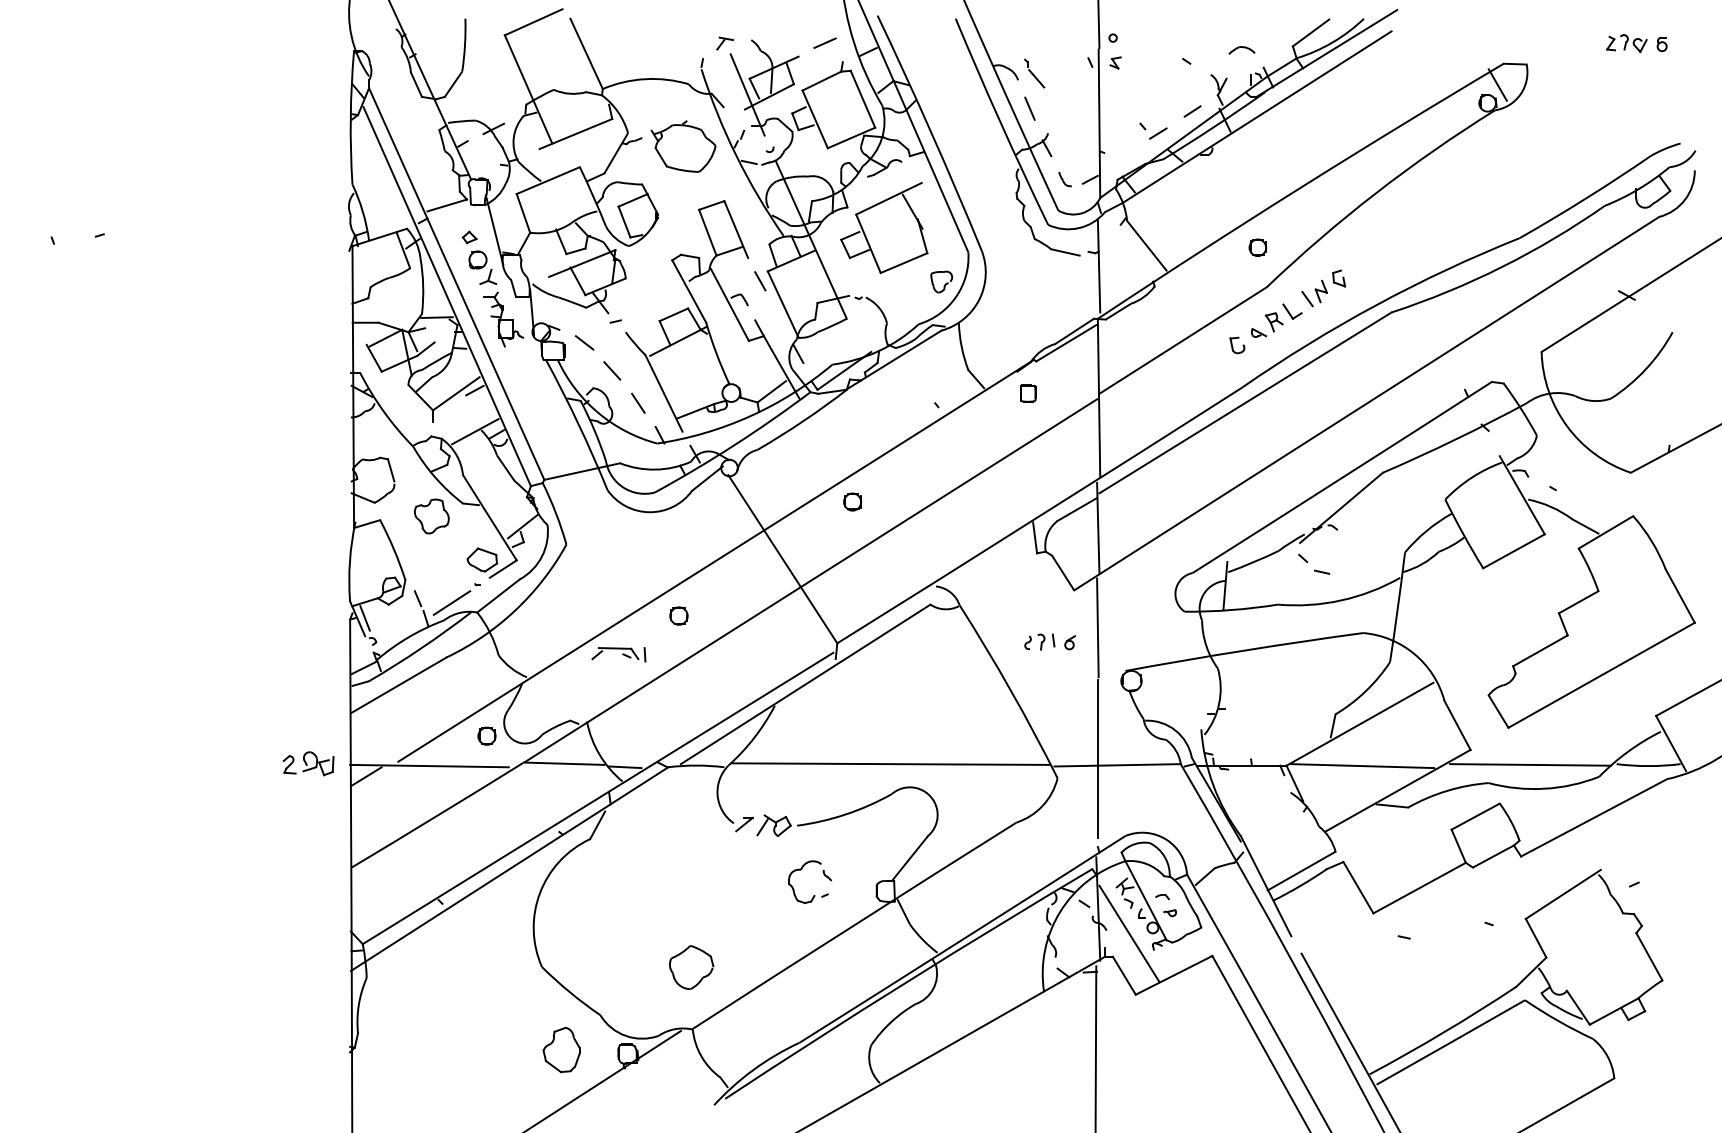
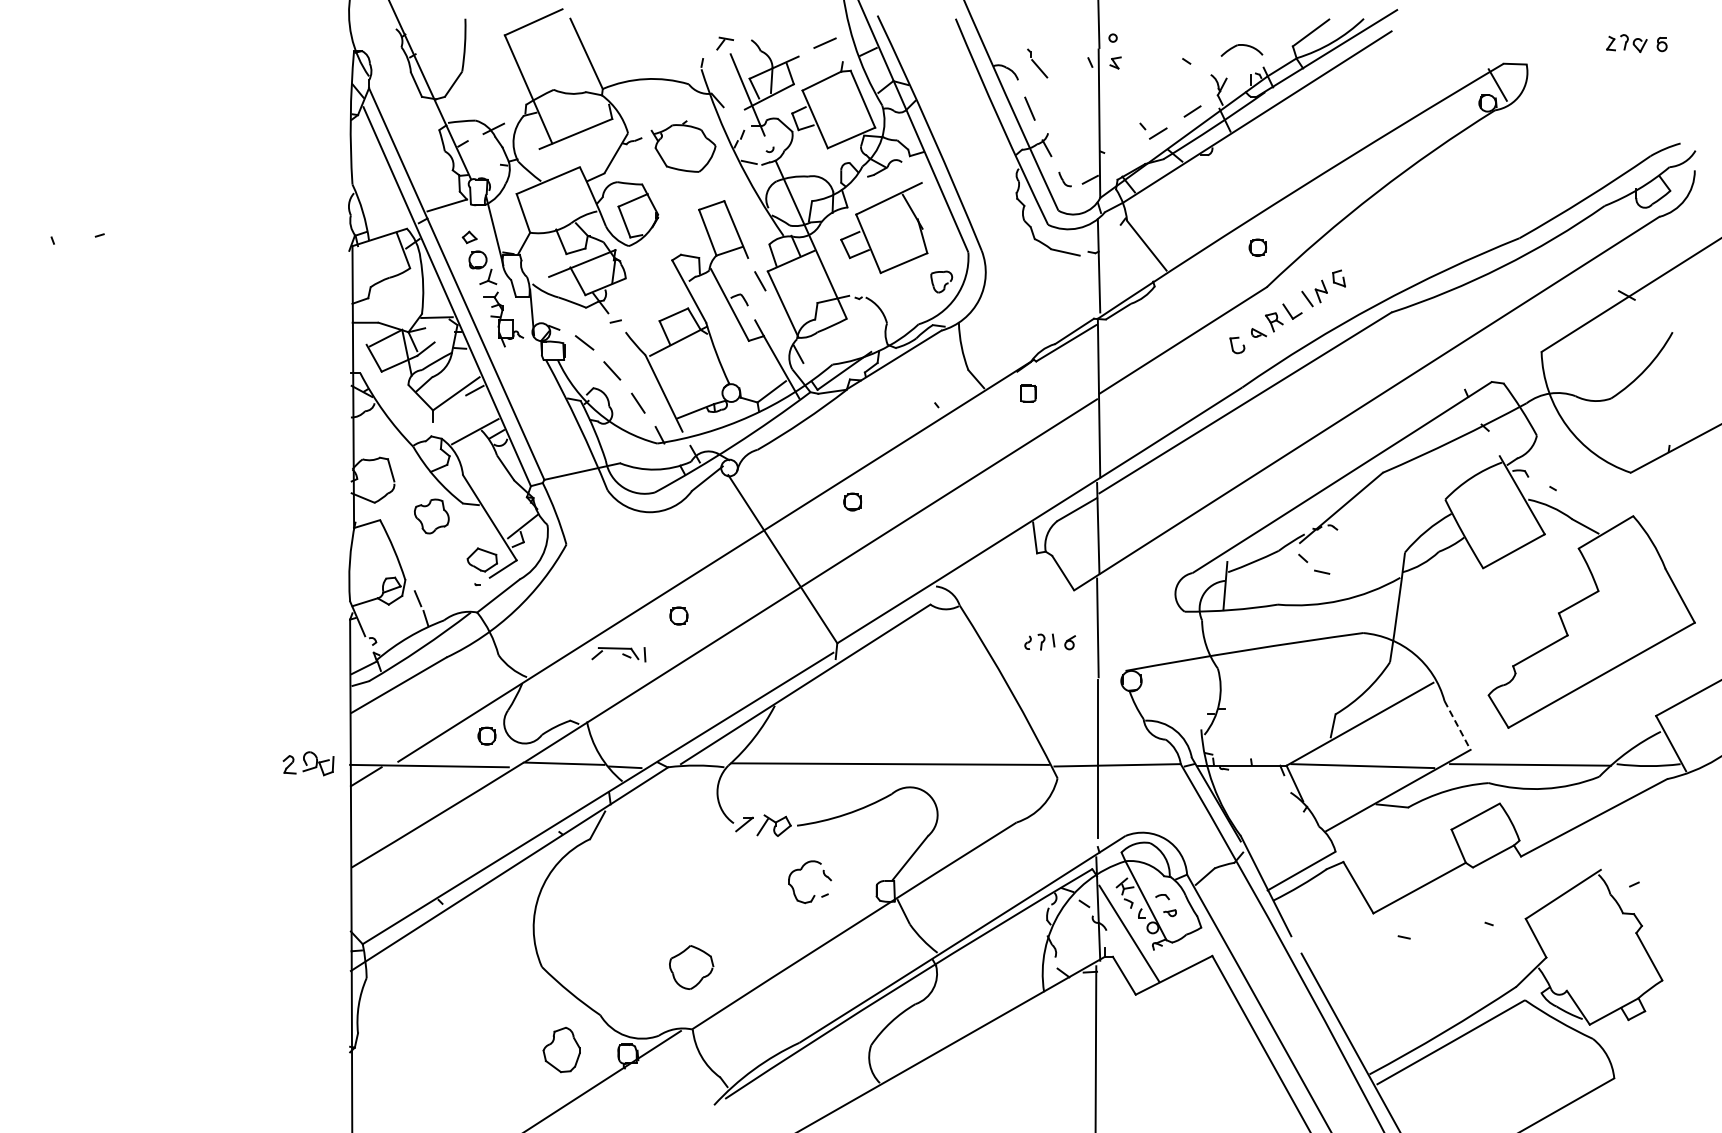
part at (1241, 50) size: 28x9 px -> 44x13 px
part at (1034, 73) position: (1034, 73) -> (1037, 63)
line at (451, 602): present -> none
line at (364, 618): present -> none
line at (1457, 725): solid -> dashed
